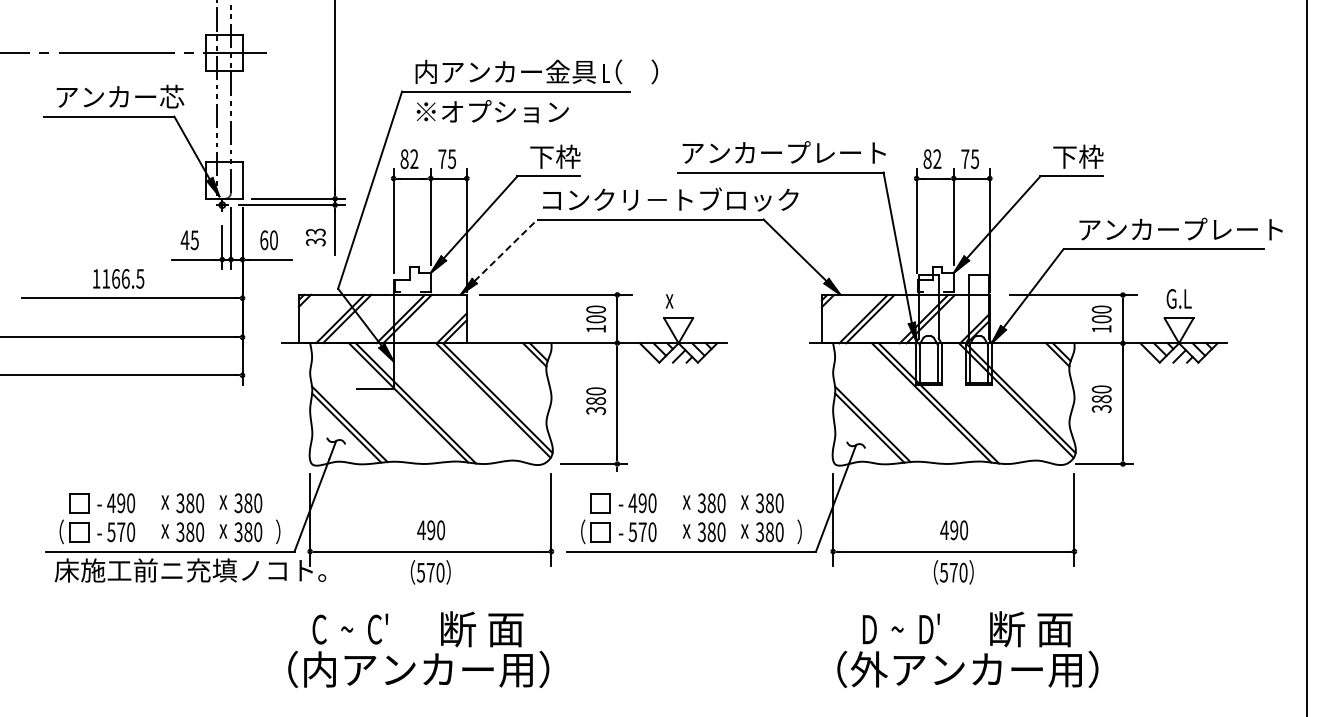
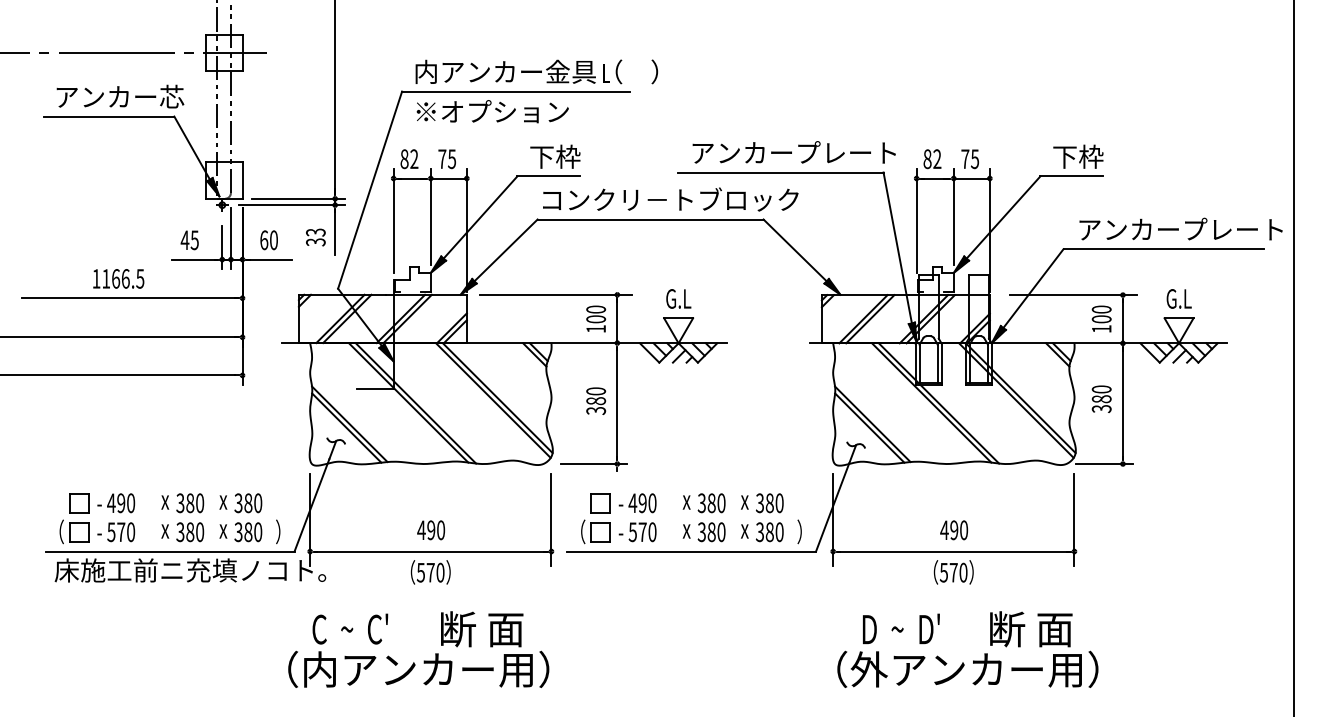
text at (783, 152) position: (783, 152) -> (793, 152)
line at (506, 250): dashed -> solid
text at (678, 298): x -> G.L
line at (1306, 357) position: (1306, 357) -> (1293, 357)
